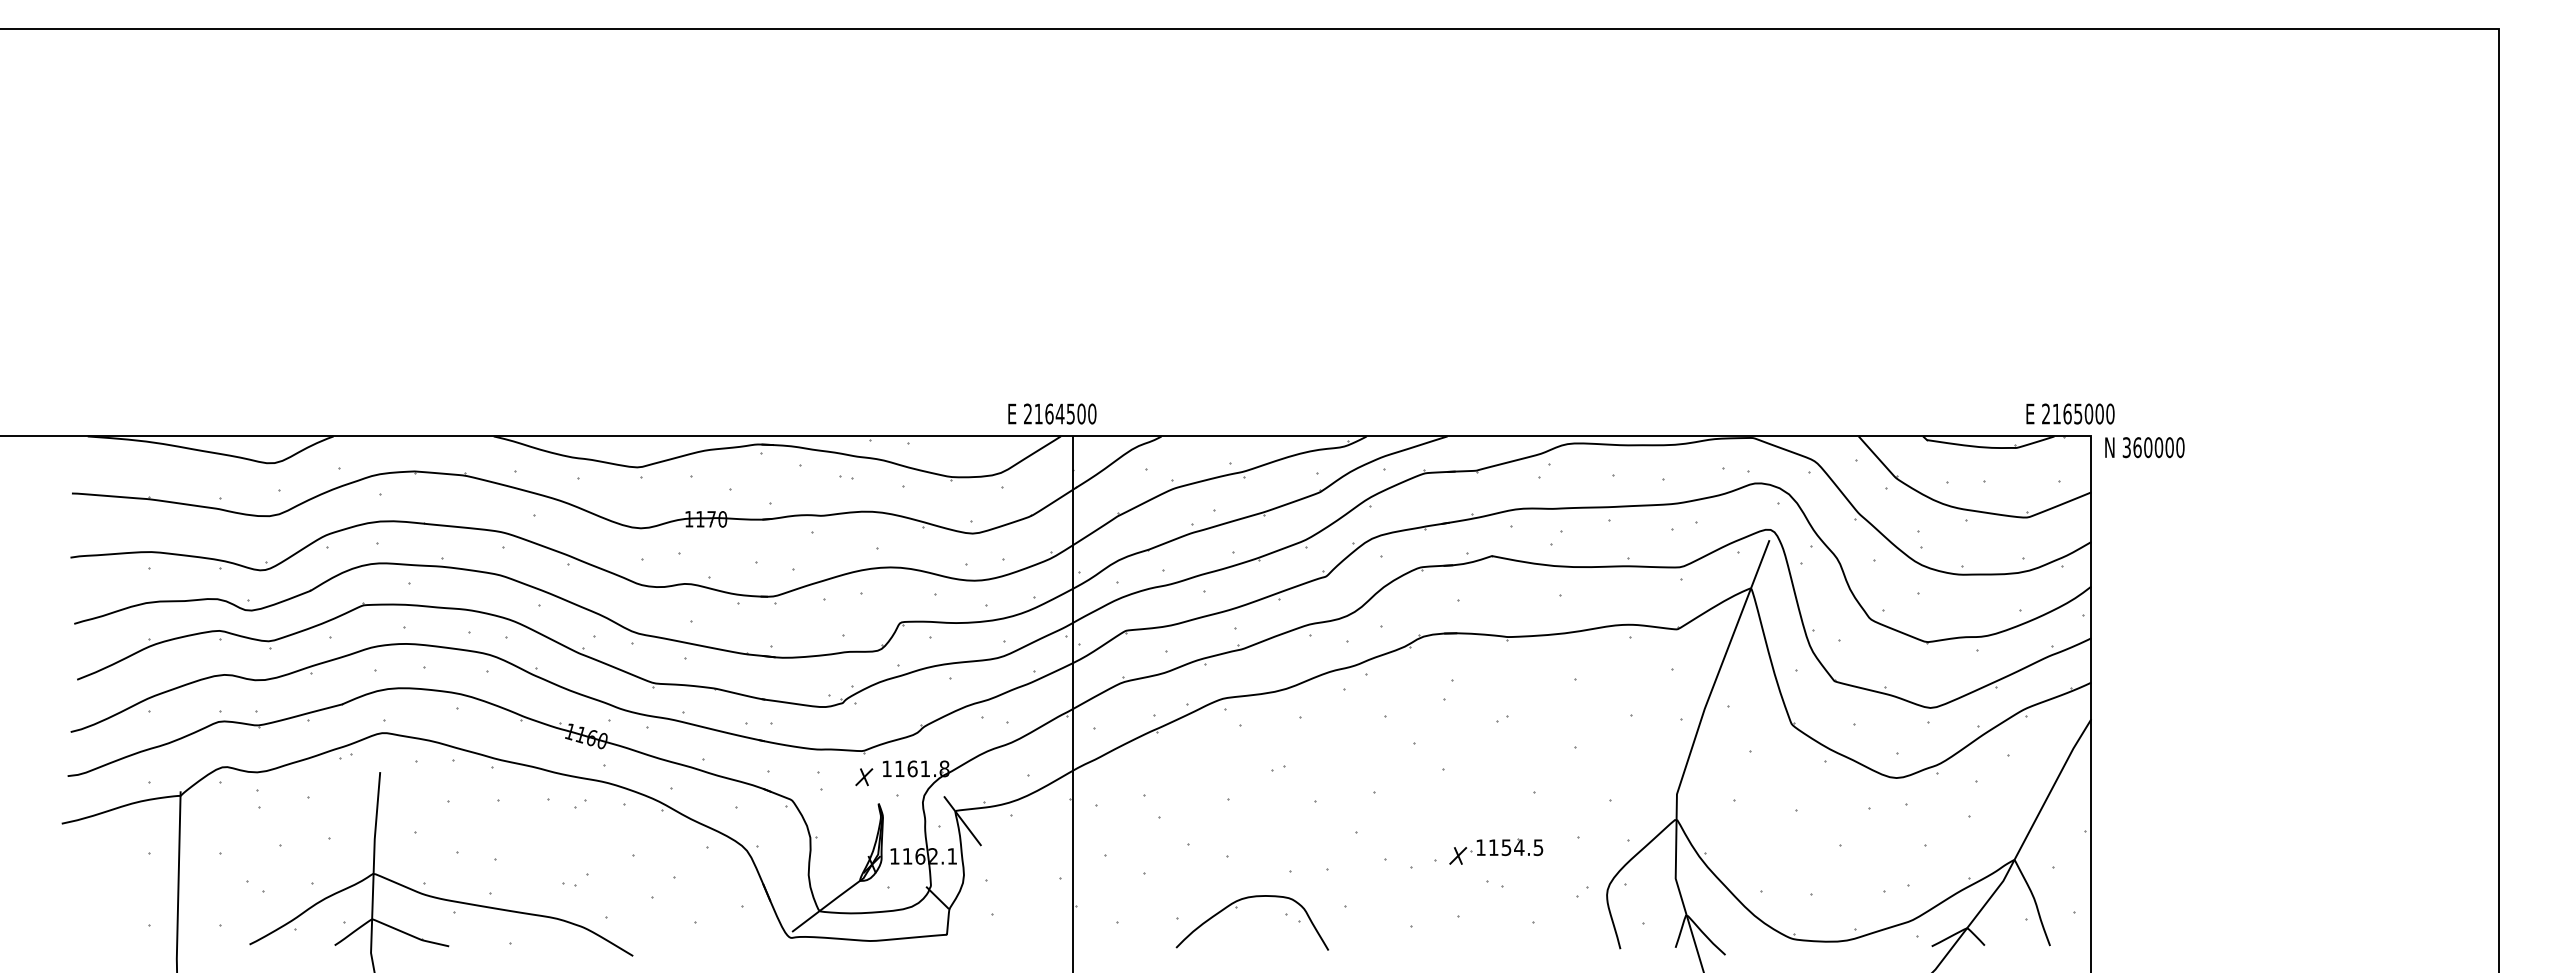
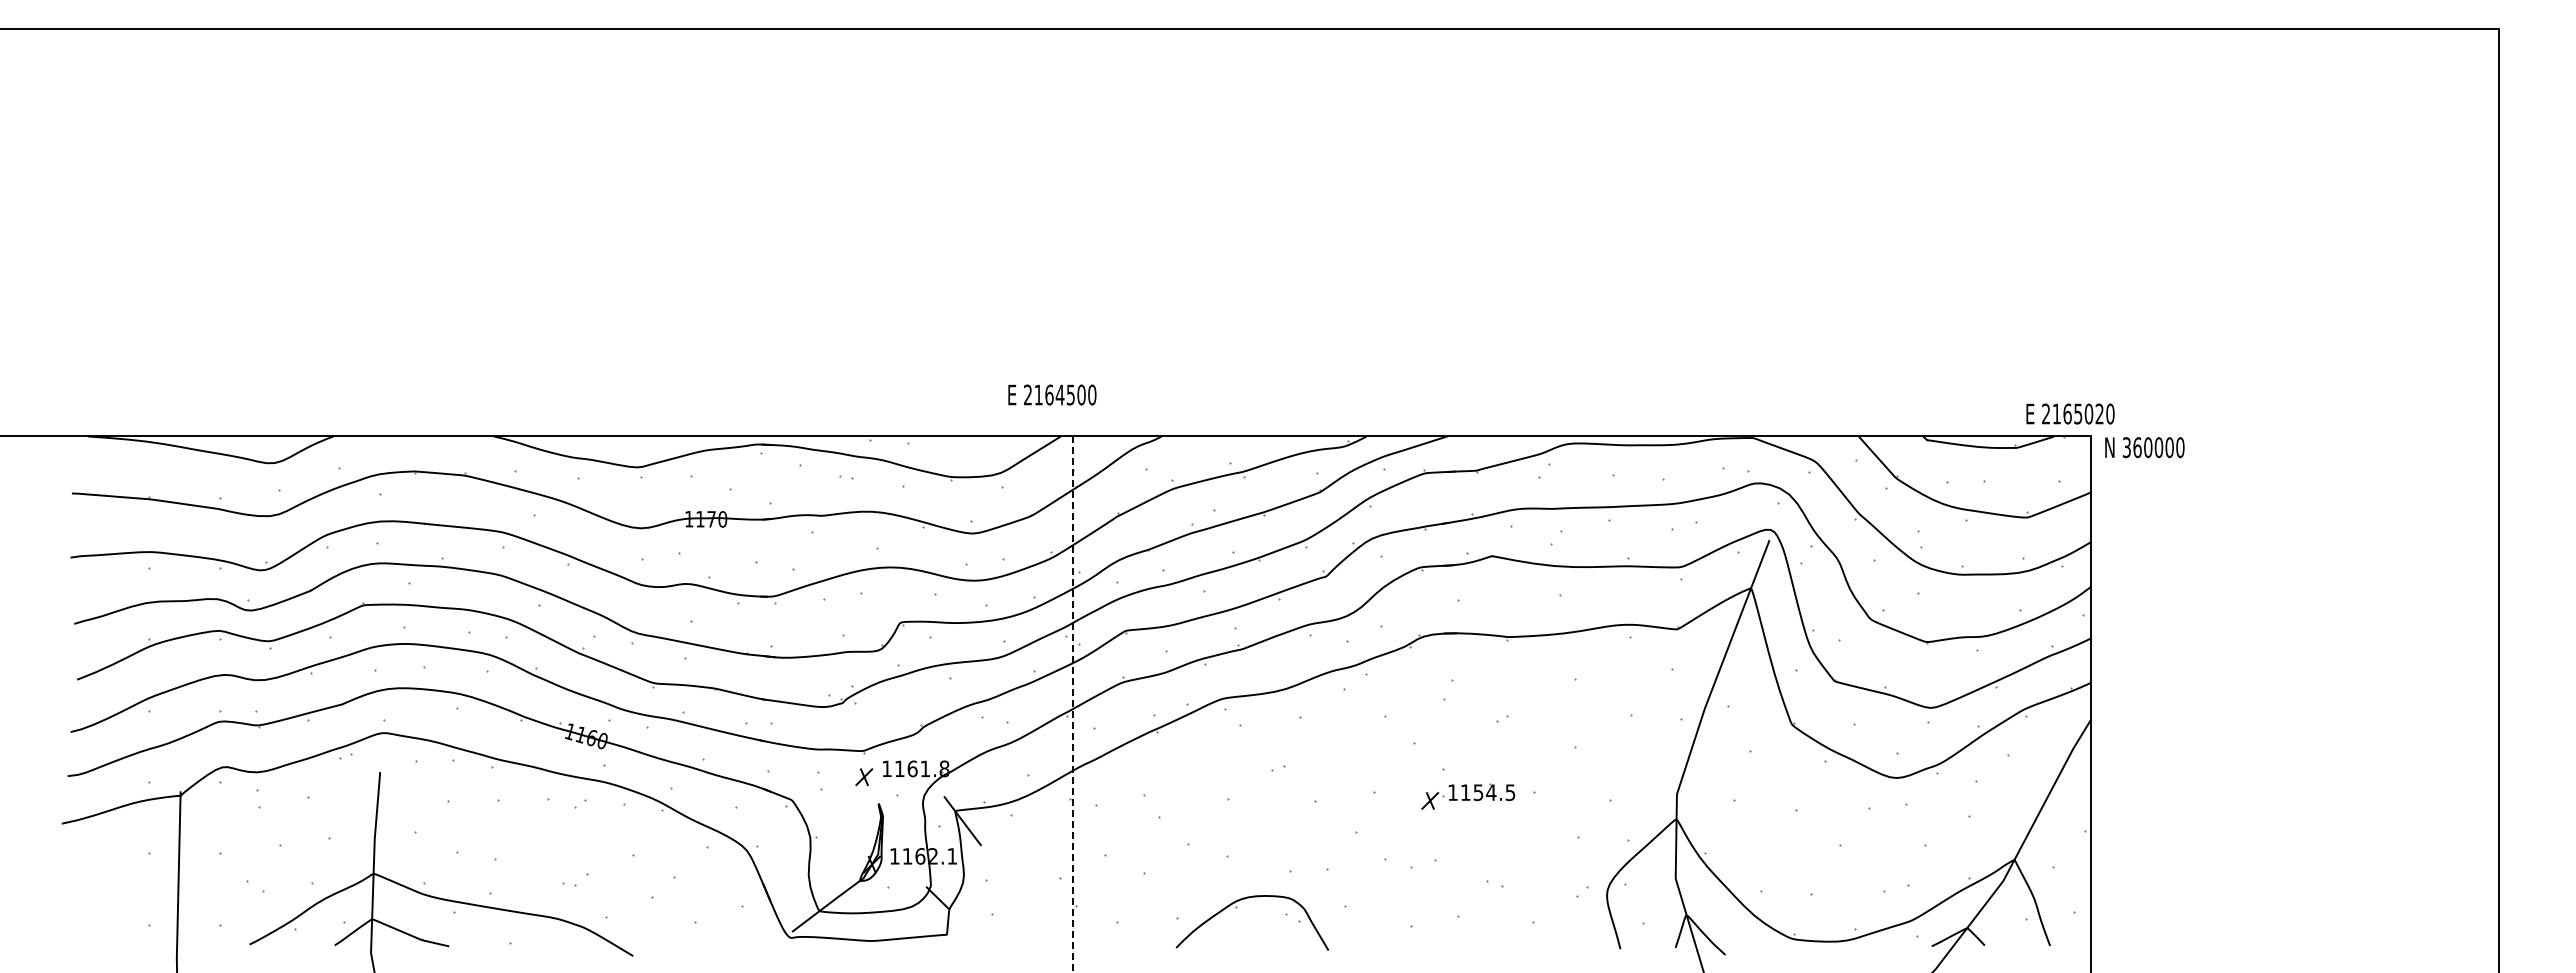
text at (1052, 413) position: (1052, 413) -> (1052, 394)
text at (2099, 413): 2165000 -> 2165020
line at (1072, 704): solid -> dashed
part at (1496, 851) position: (1496, 851) -> (1468, 796)
